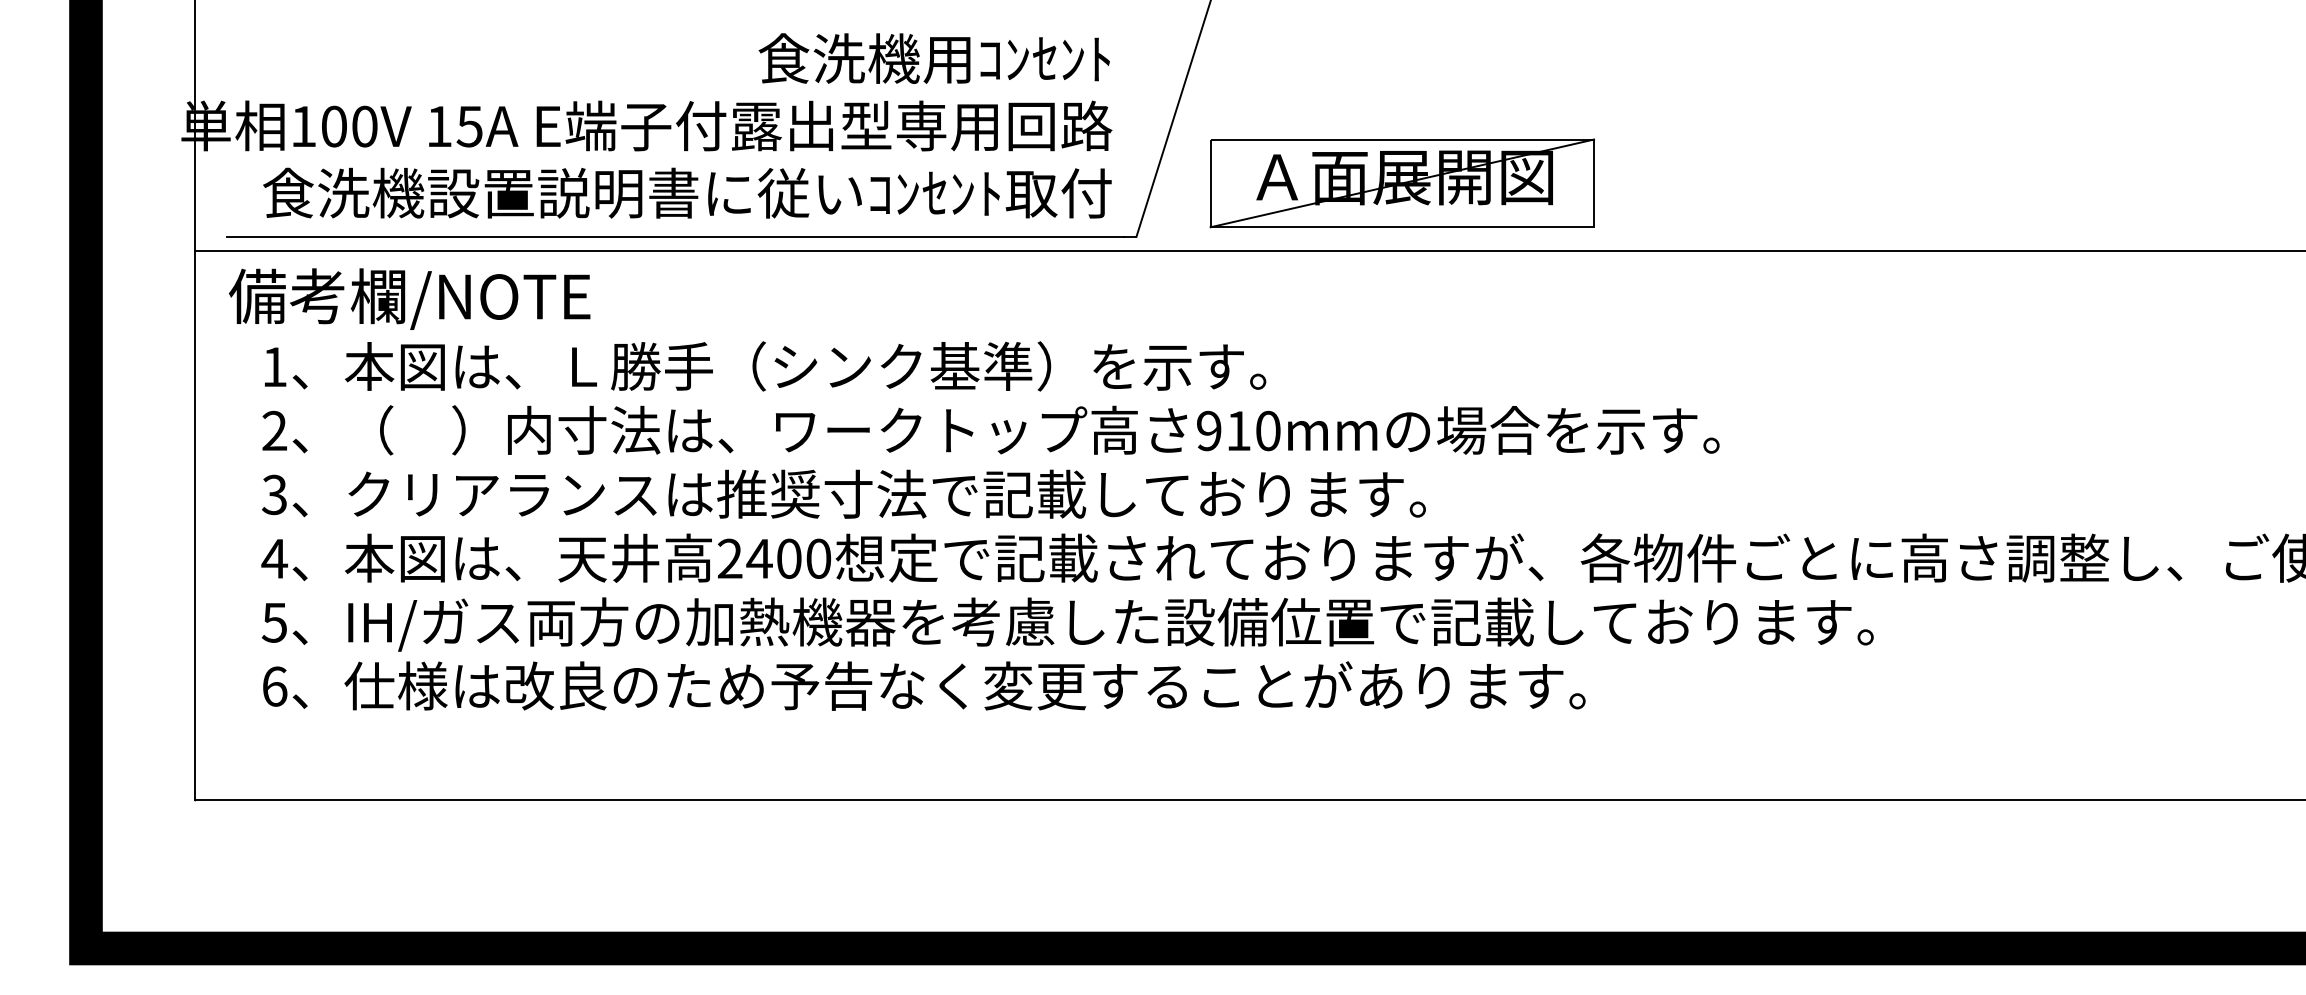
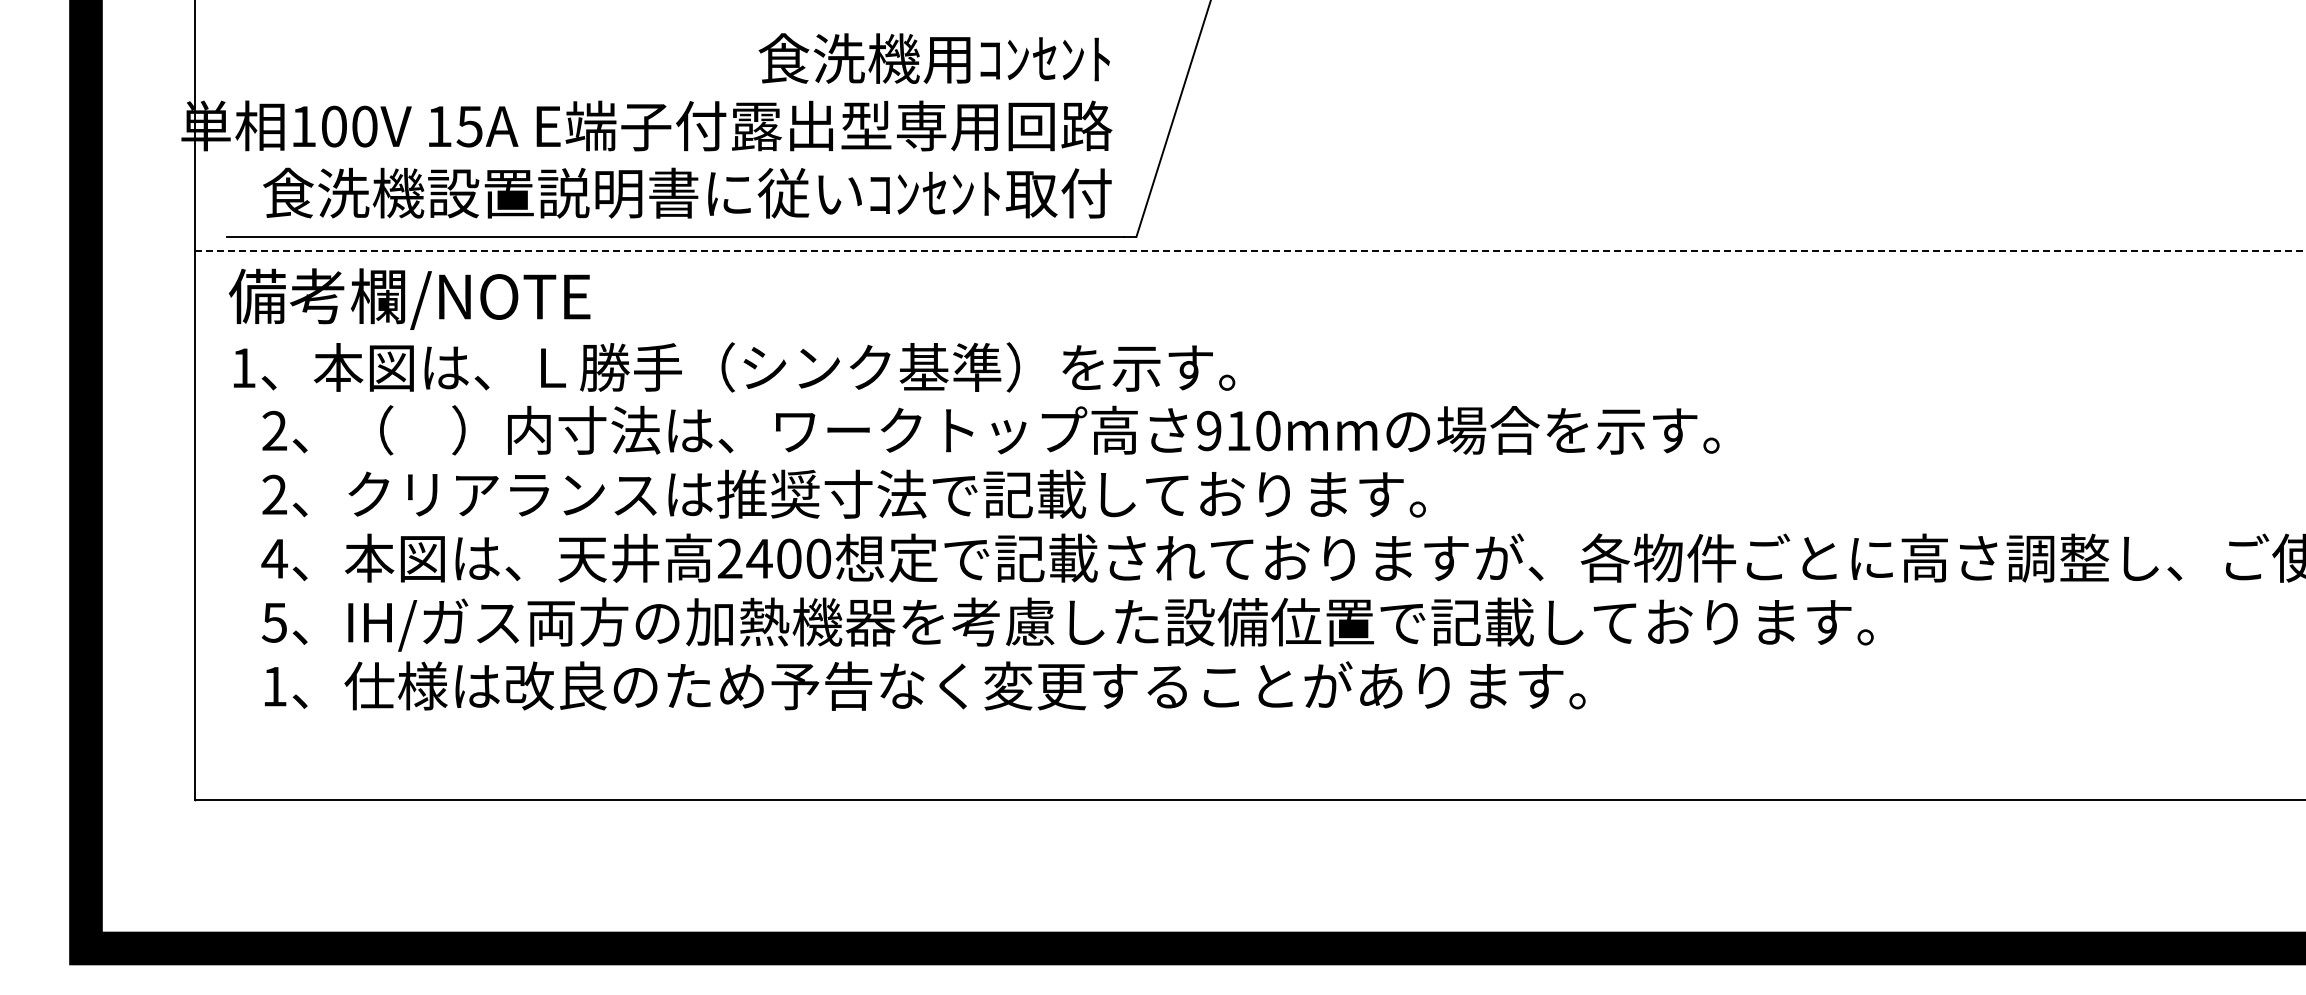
part at (1401, 183): present -> none
line at (1251, 250): solid -> dashed
text at (765, 366) position: (765, 366) -> (734, 367)
text at (274, 495): 3 -> 2
text at (275, 686): 6 -> 1
